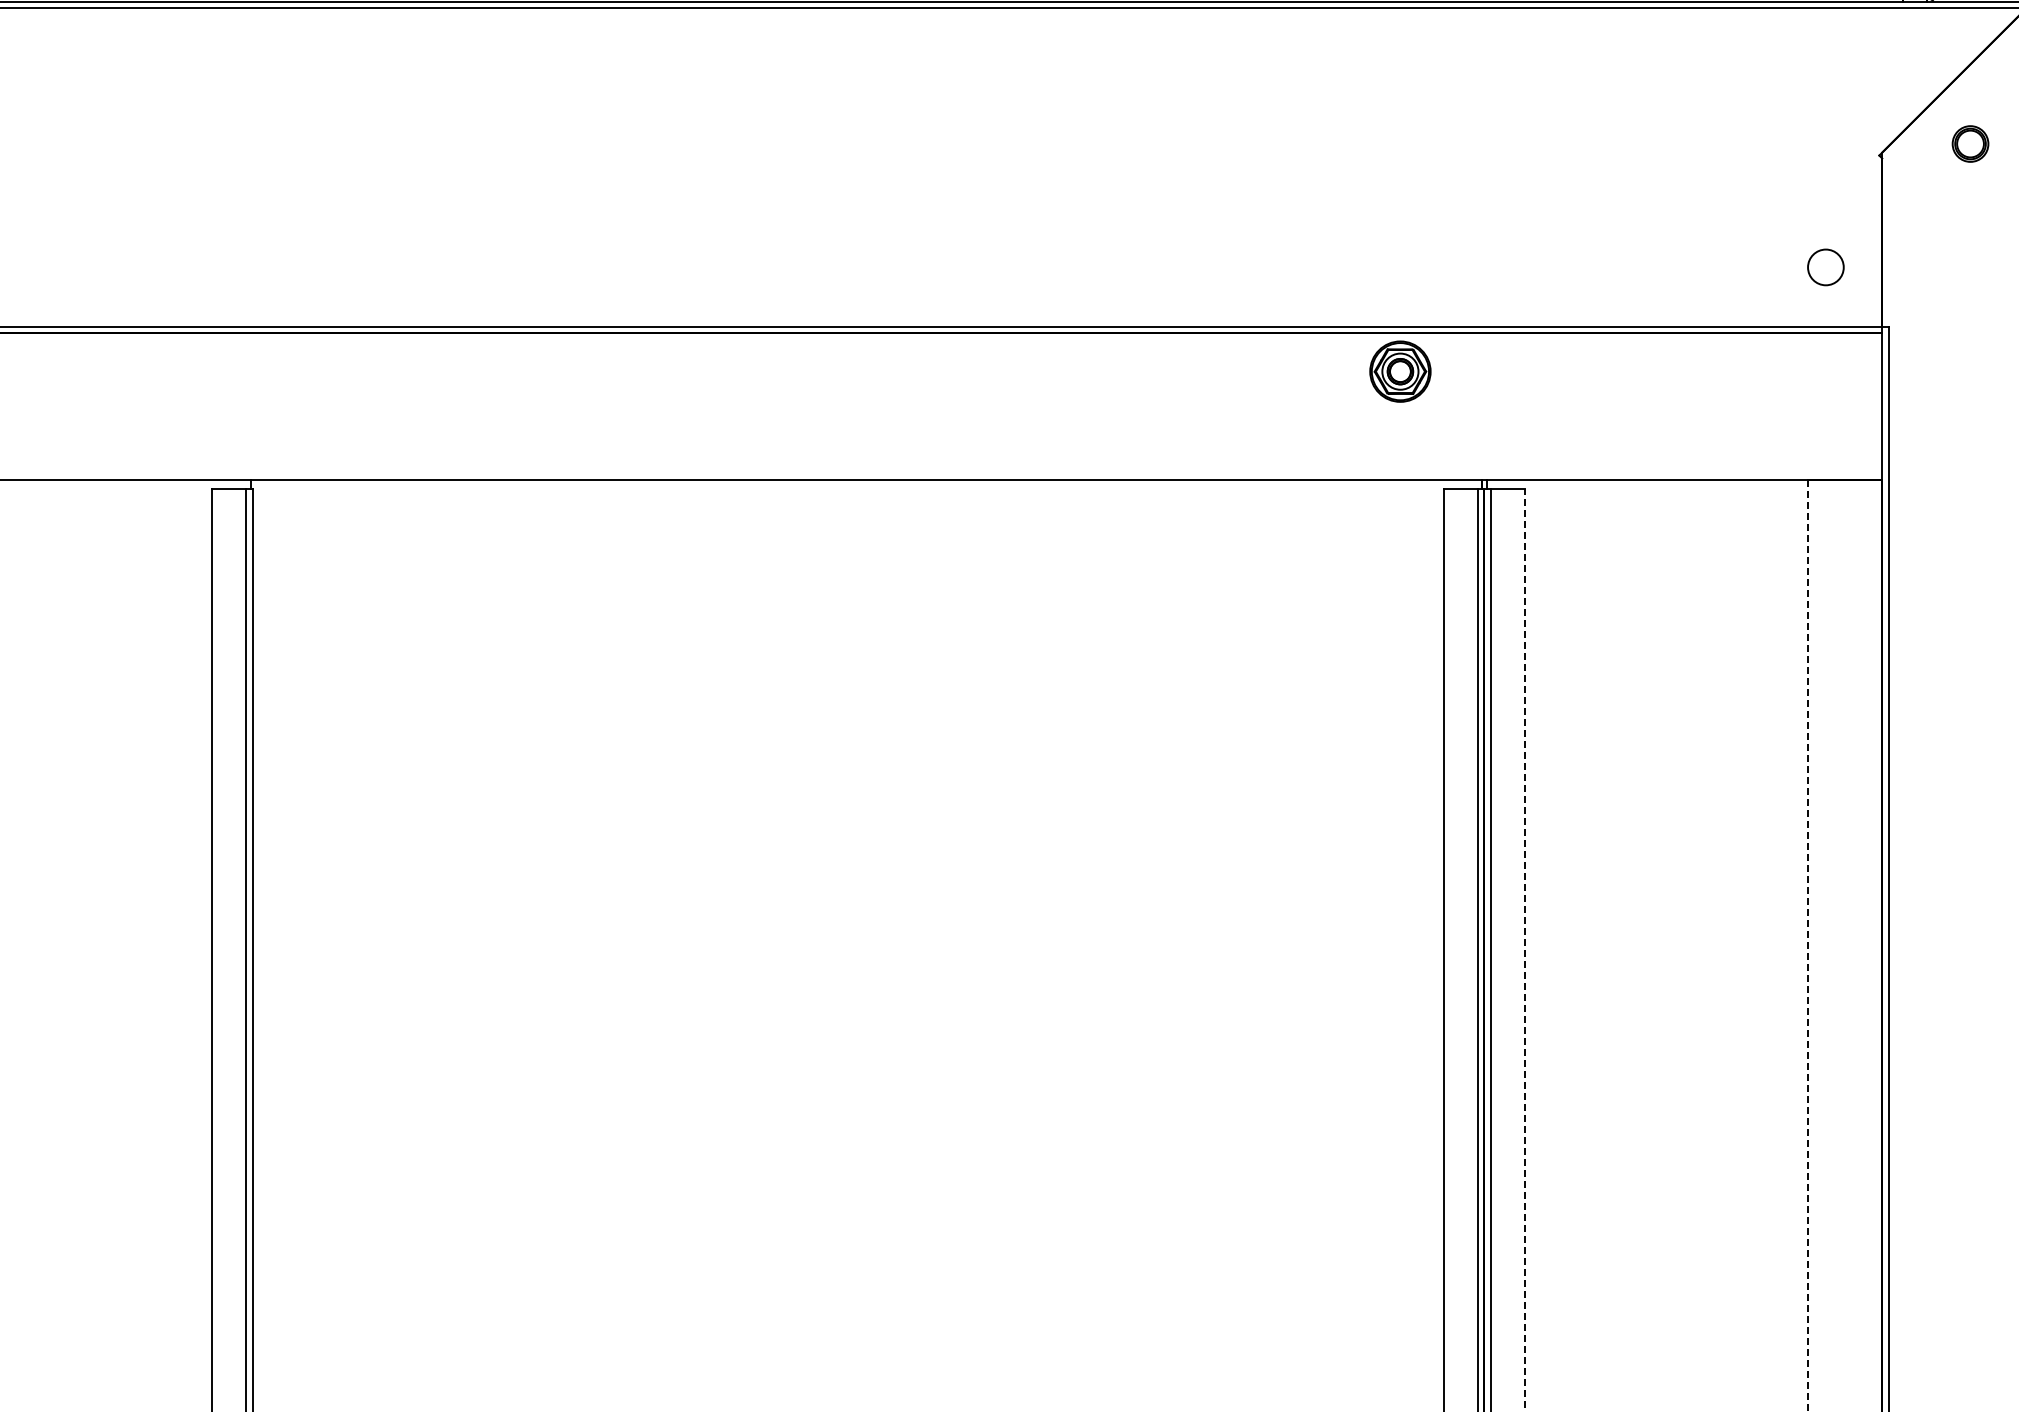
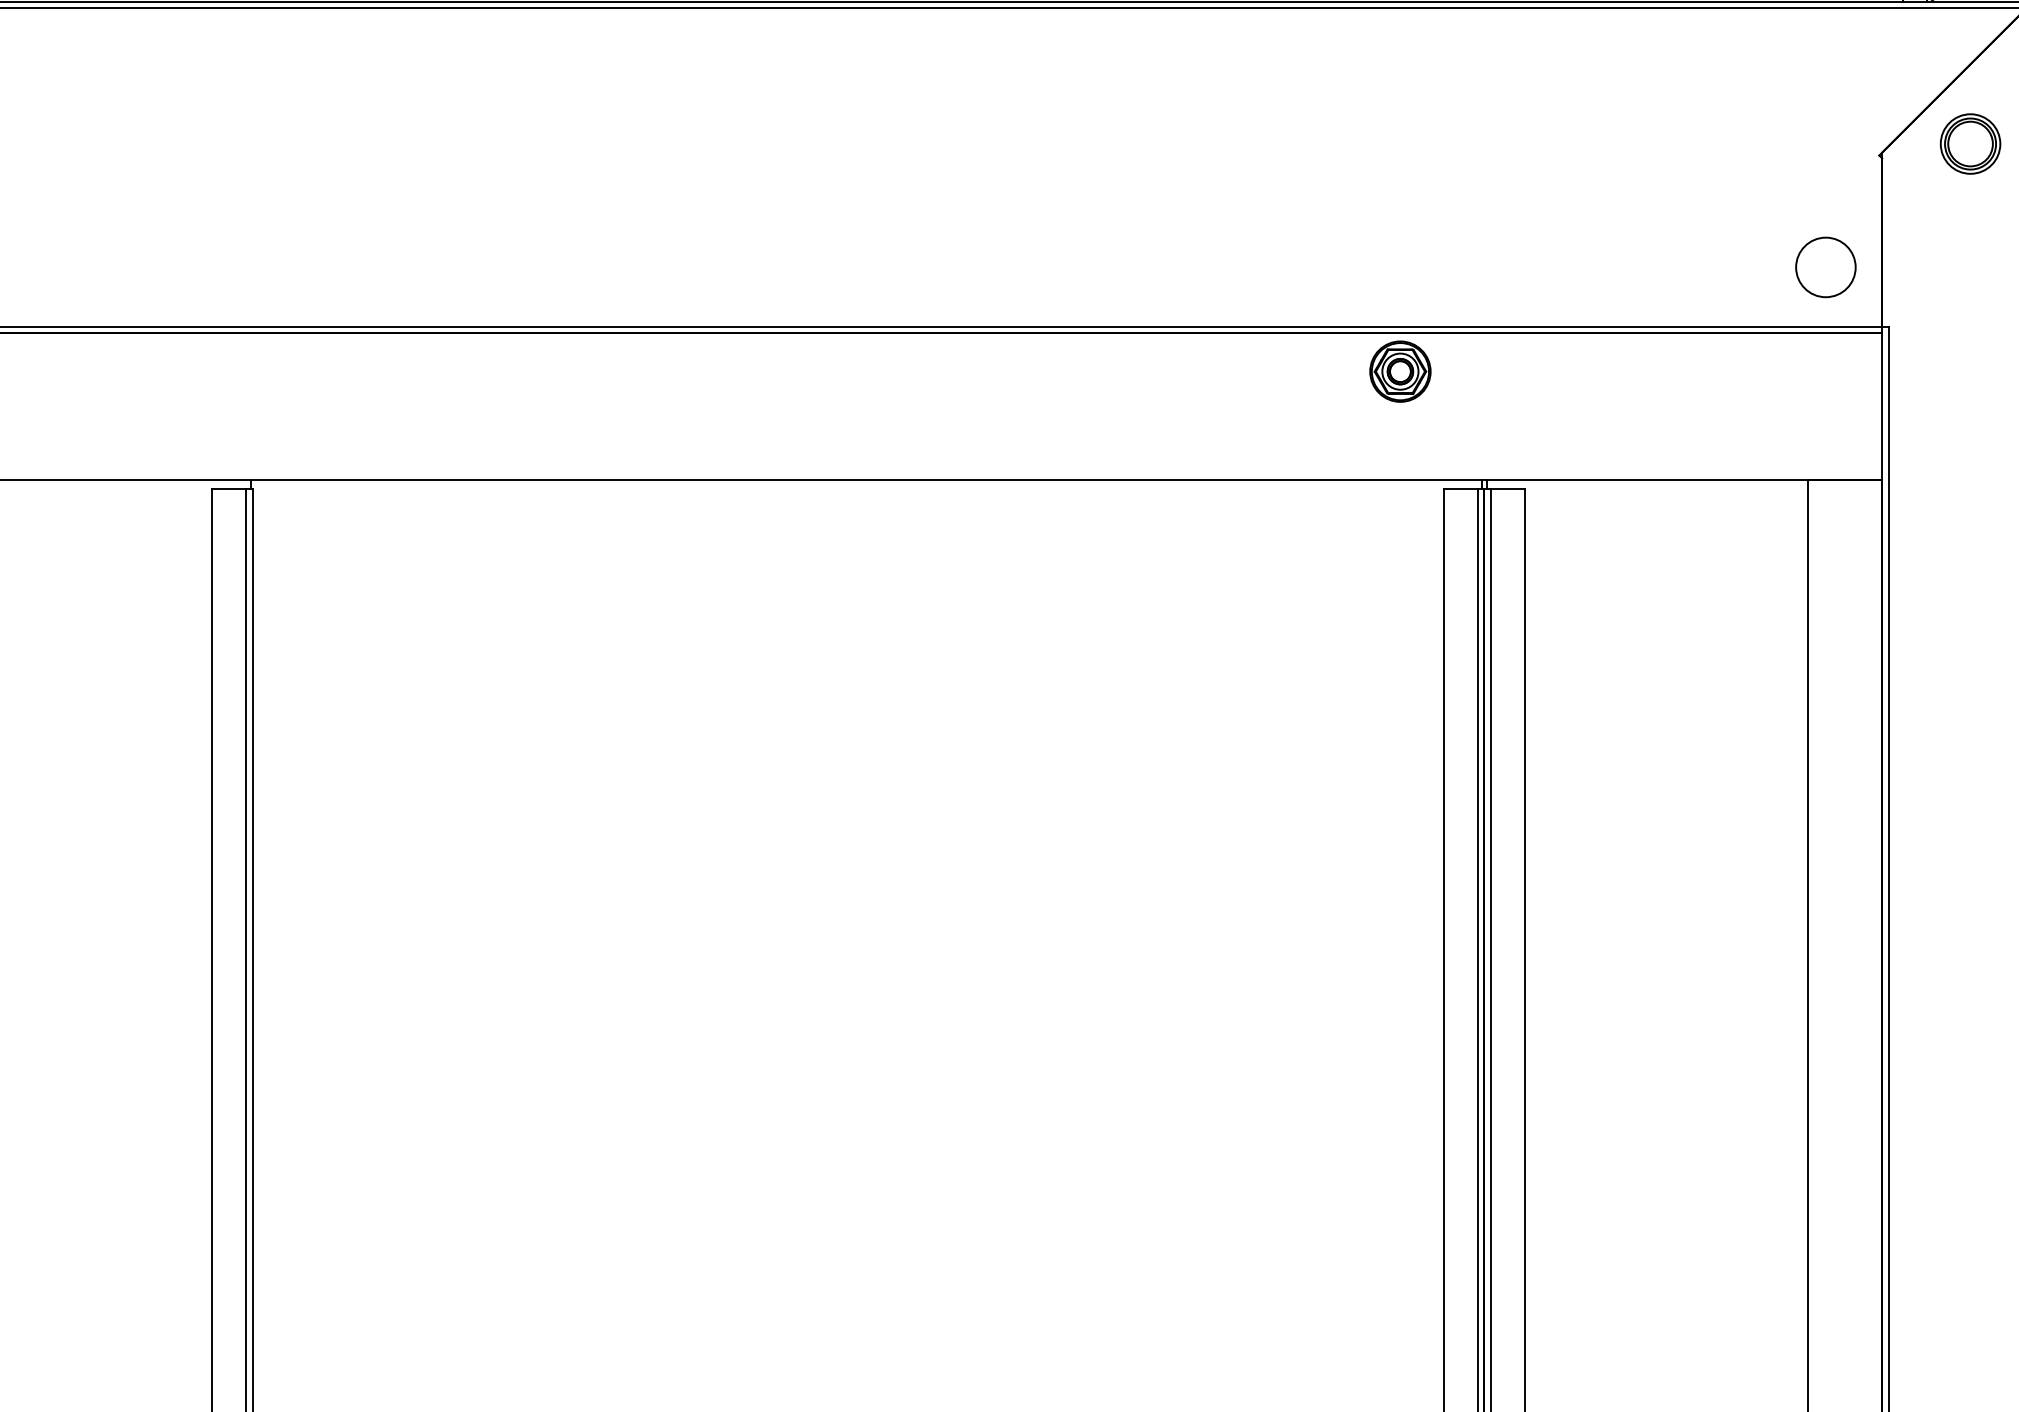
part at (1970, 143) size: 39x38 px -> 63x62 px
circle at (1825, 267) diameter: 36 px -> 60 px
line at (1807, 946): dashed -> solid
line at (1524, 949): dashed -> solid
